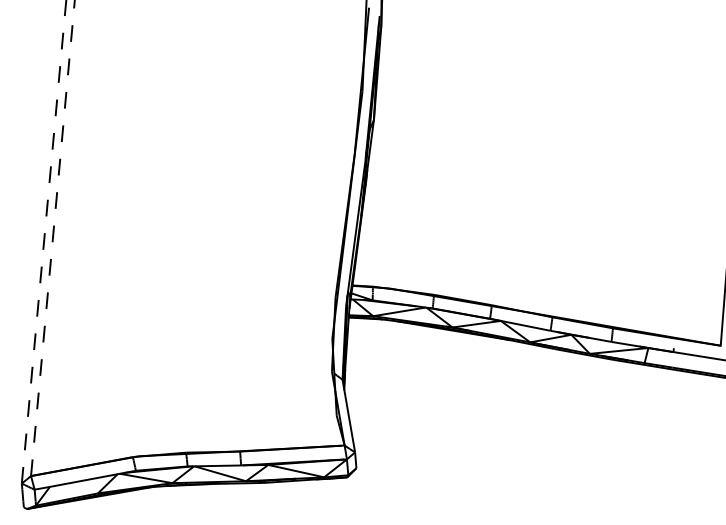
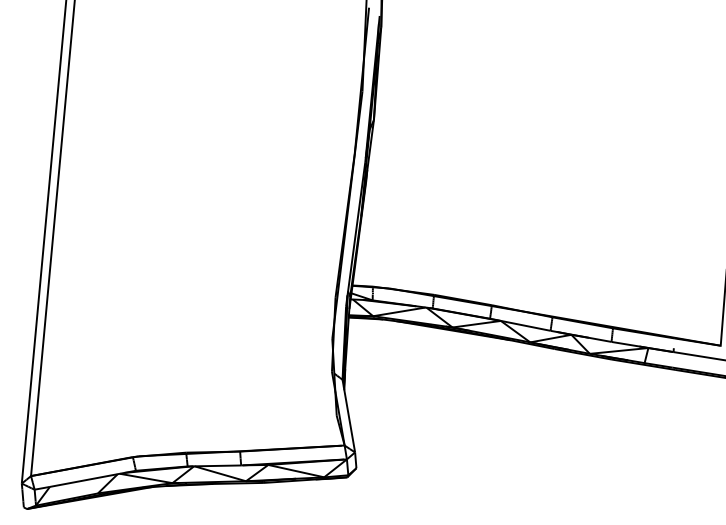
line at (52, 238): dashed -> solid
line at (44, 241): dashed -> solid
